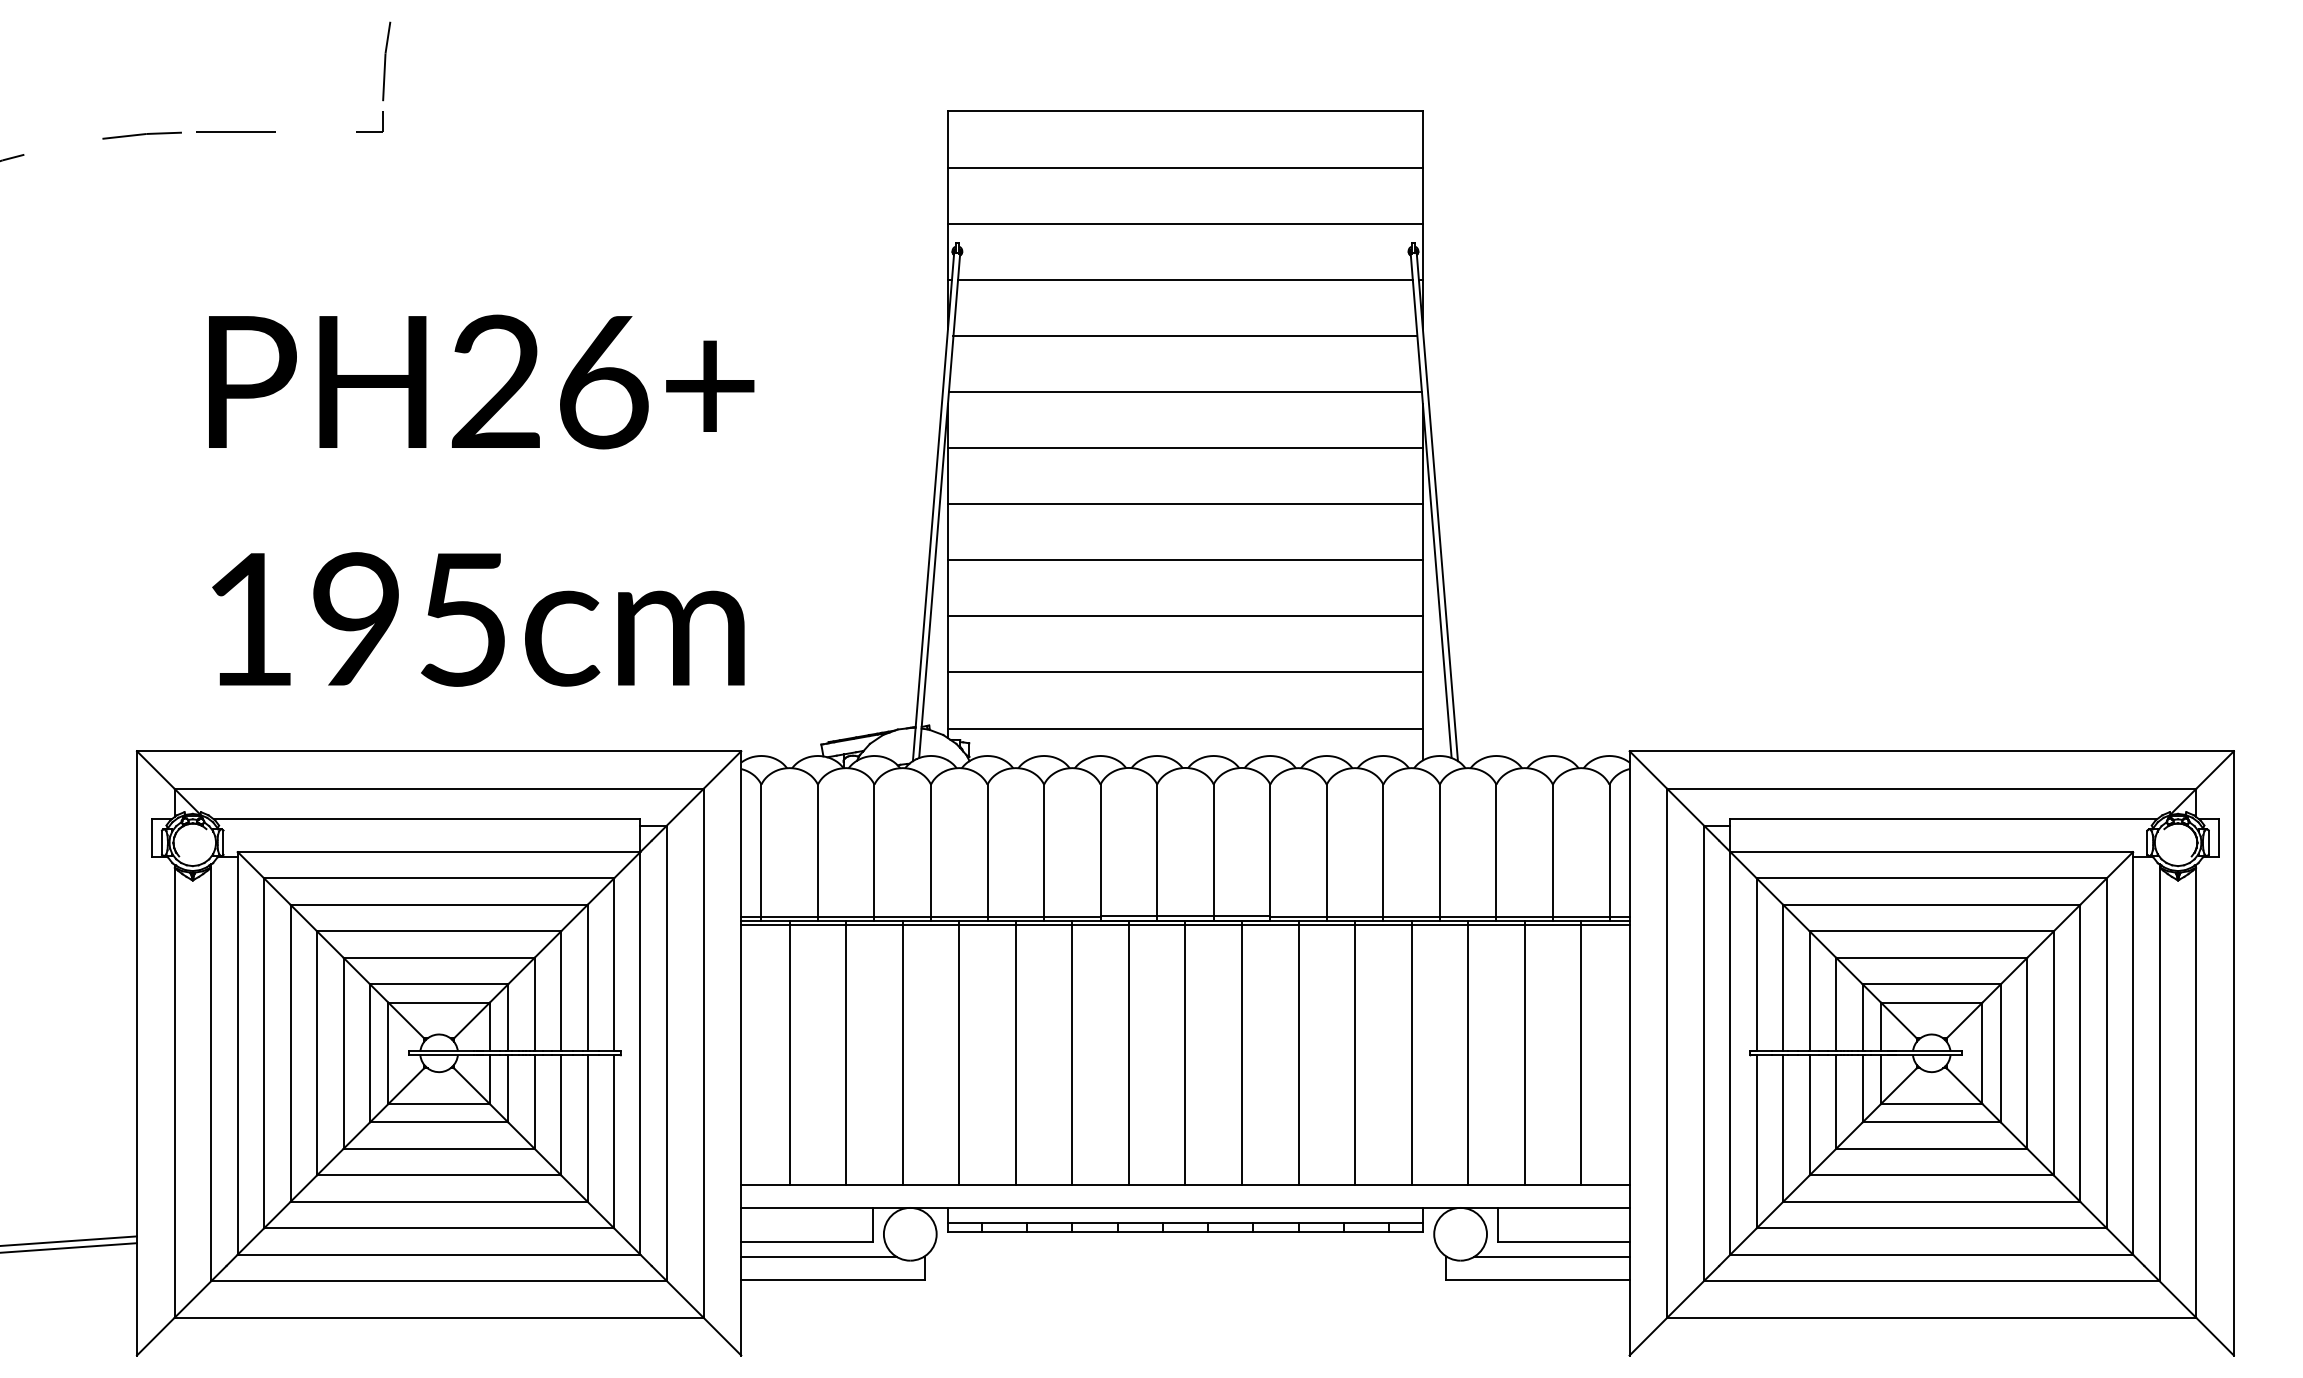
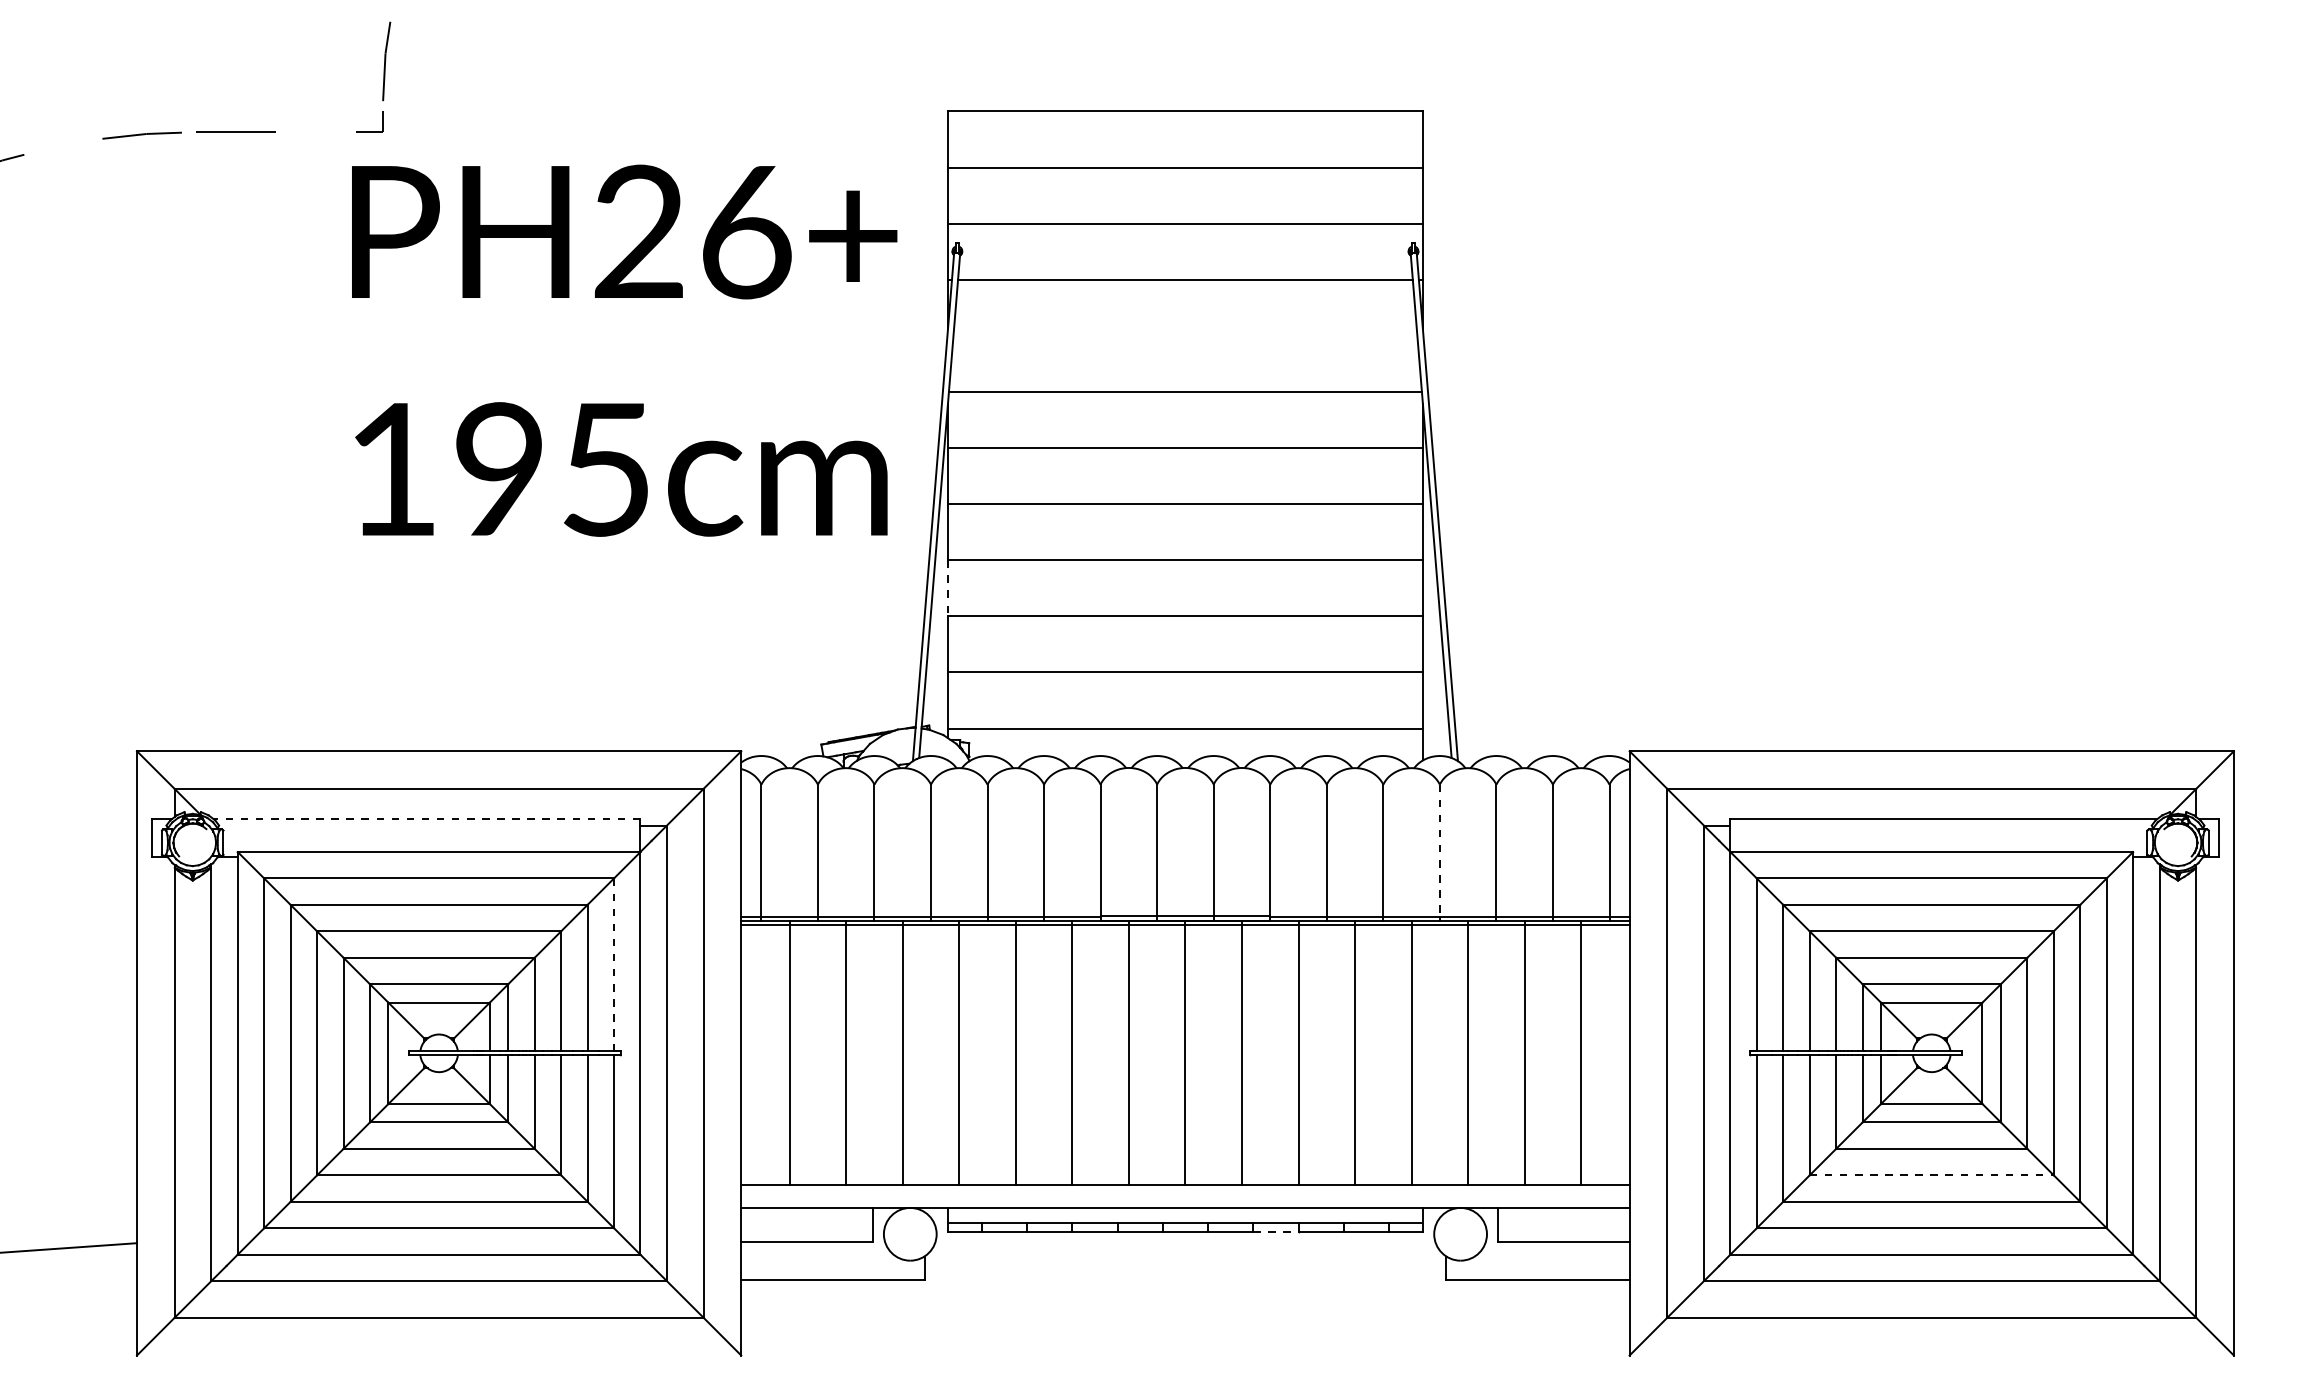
line at (1185, 335): present -> none
text at (481, 500) position: (481, 500) -> (624, 350)
line at (947, 588): solid -> dashed
line at (426, 819): solid -> dashed
line at (1439, 851): solid -> dashed
line at (614, 964): solid -> dashed
line at (1931, 1175): solid -> dashed
line at (1275, 1232): solid -> dashed
line at (69, 1240): present -> none
line at (818, 1256): present -> none
line at (1551, 1256): present -> none
